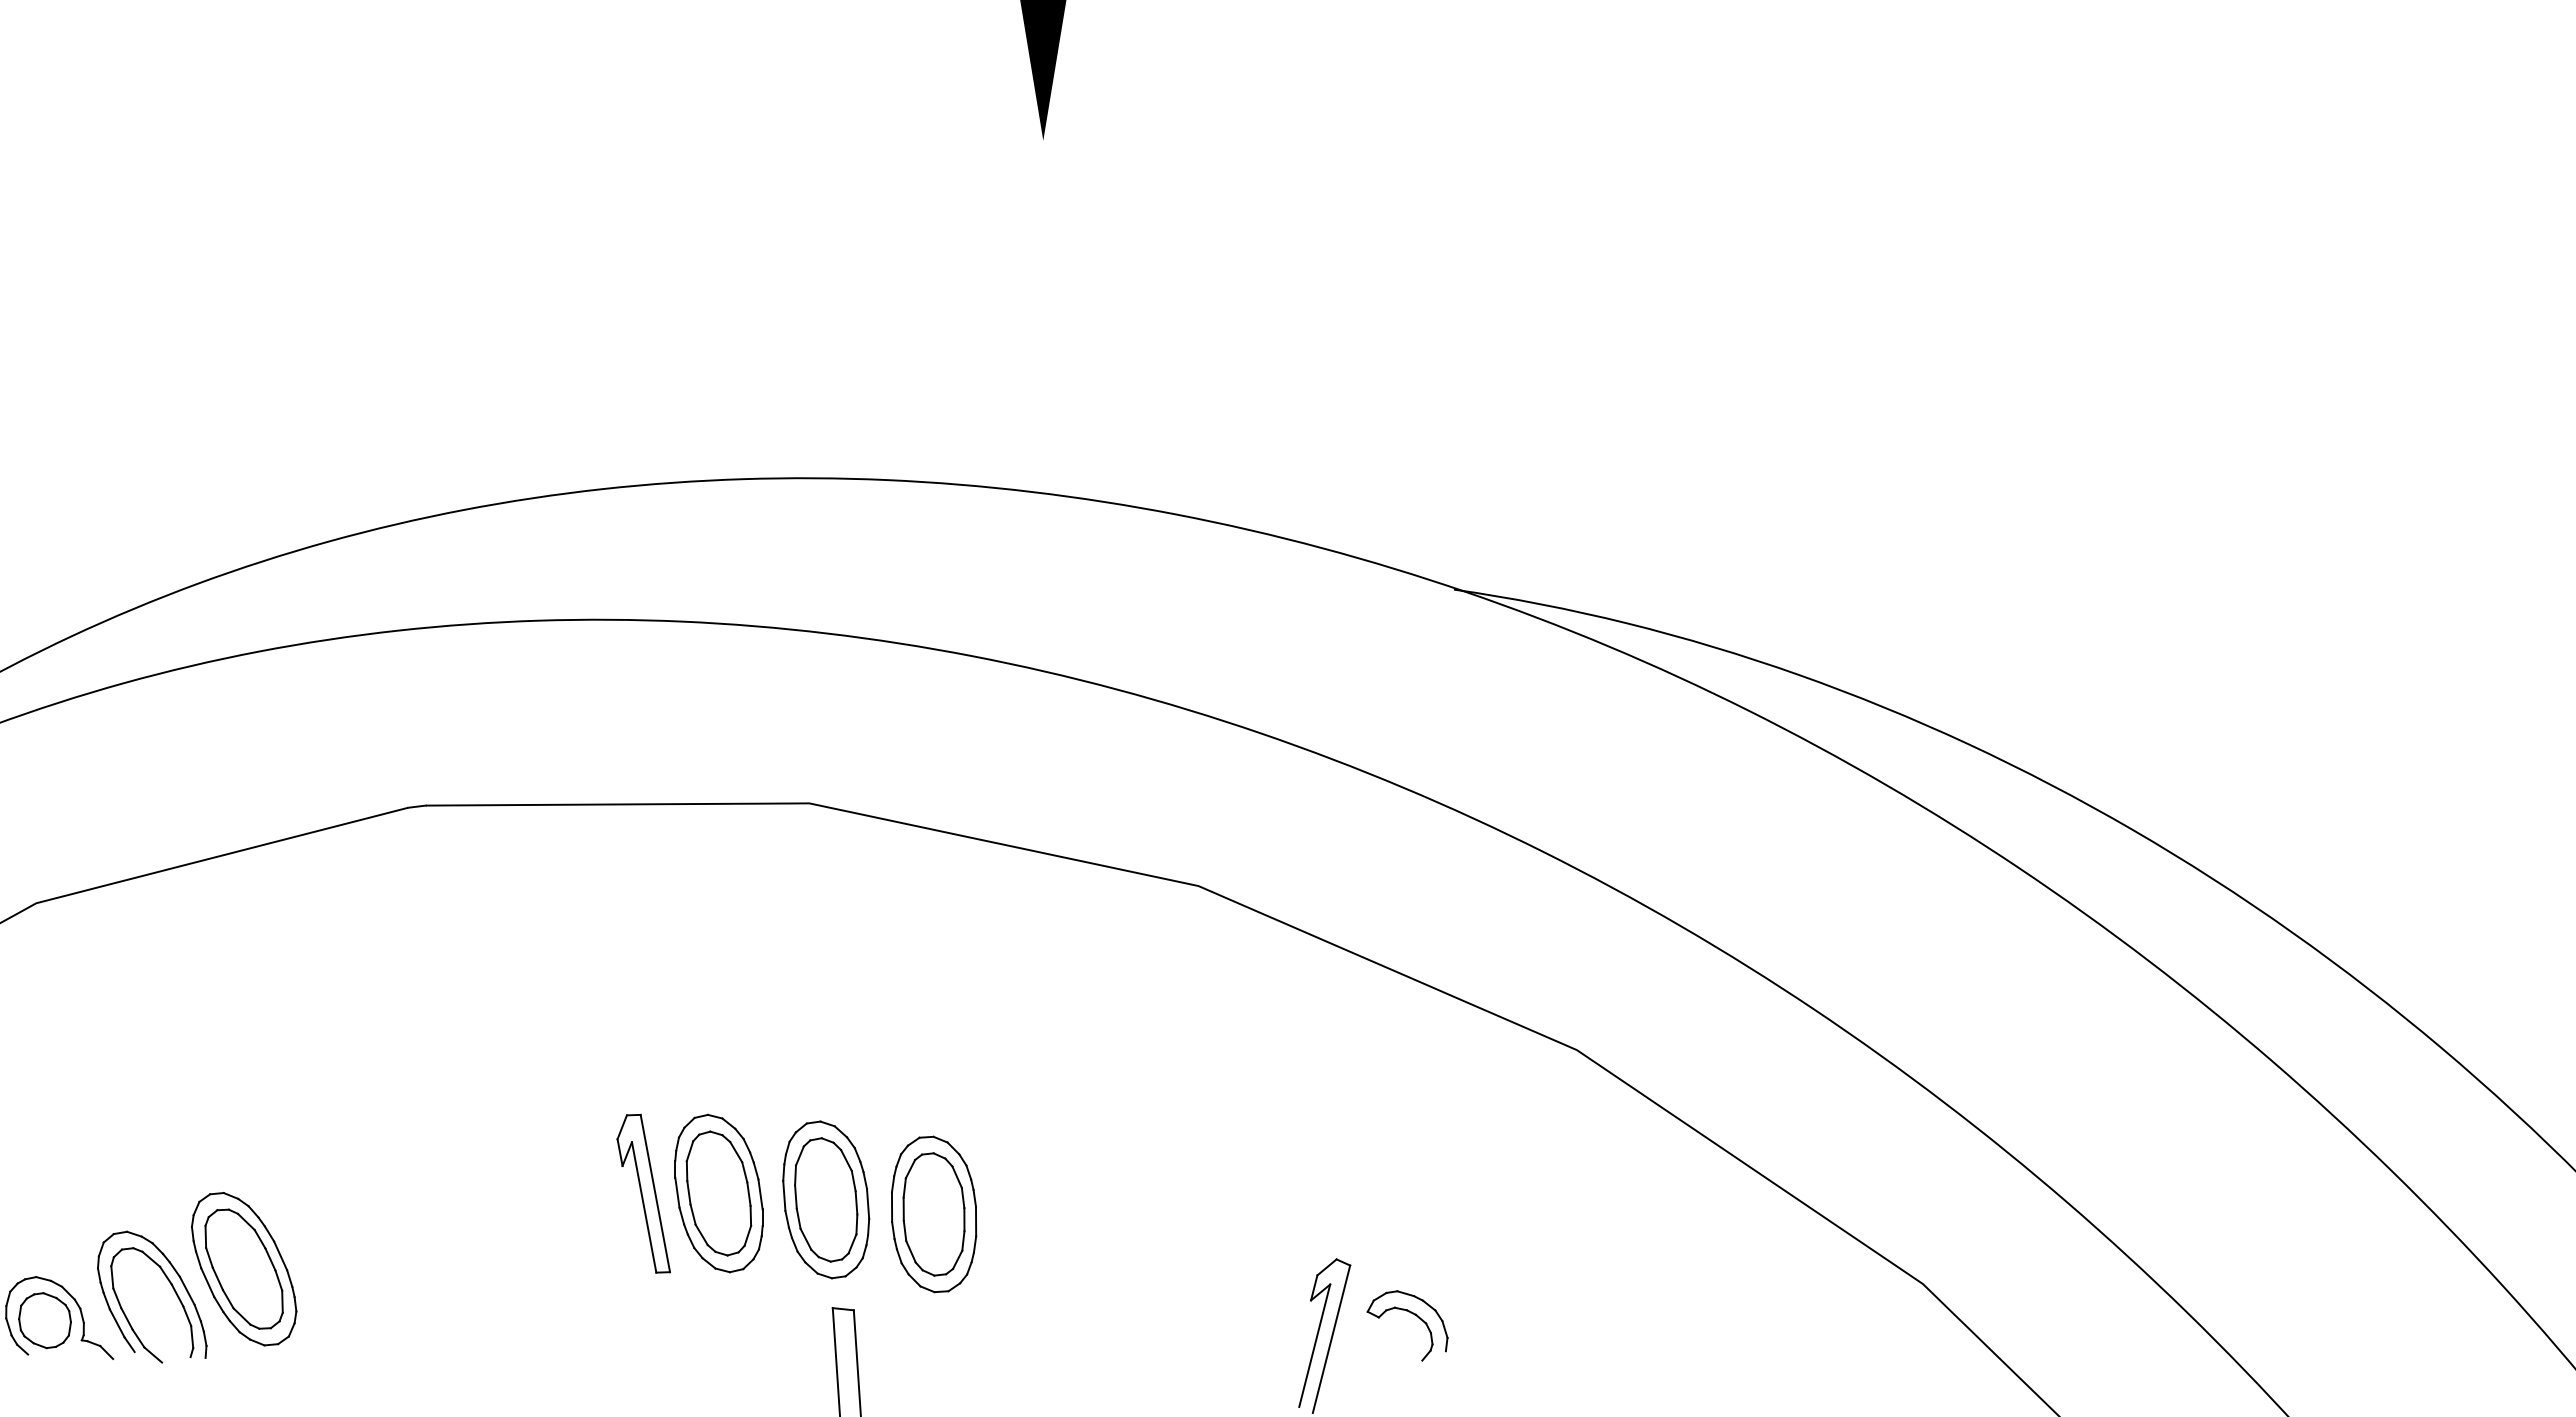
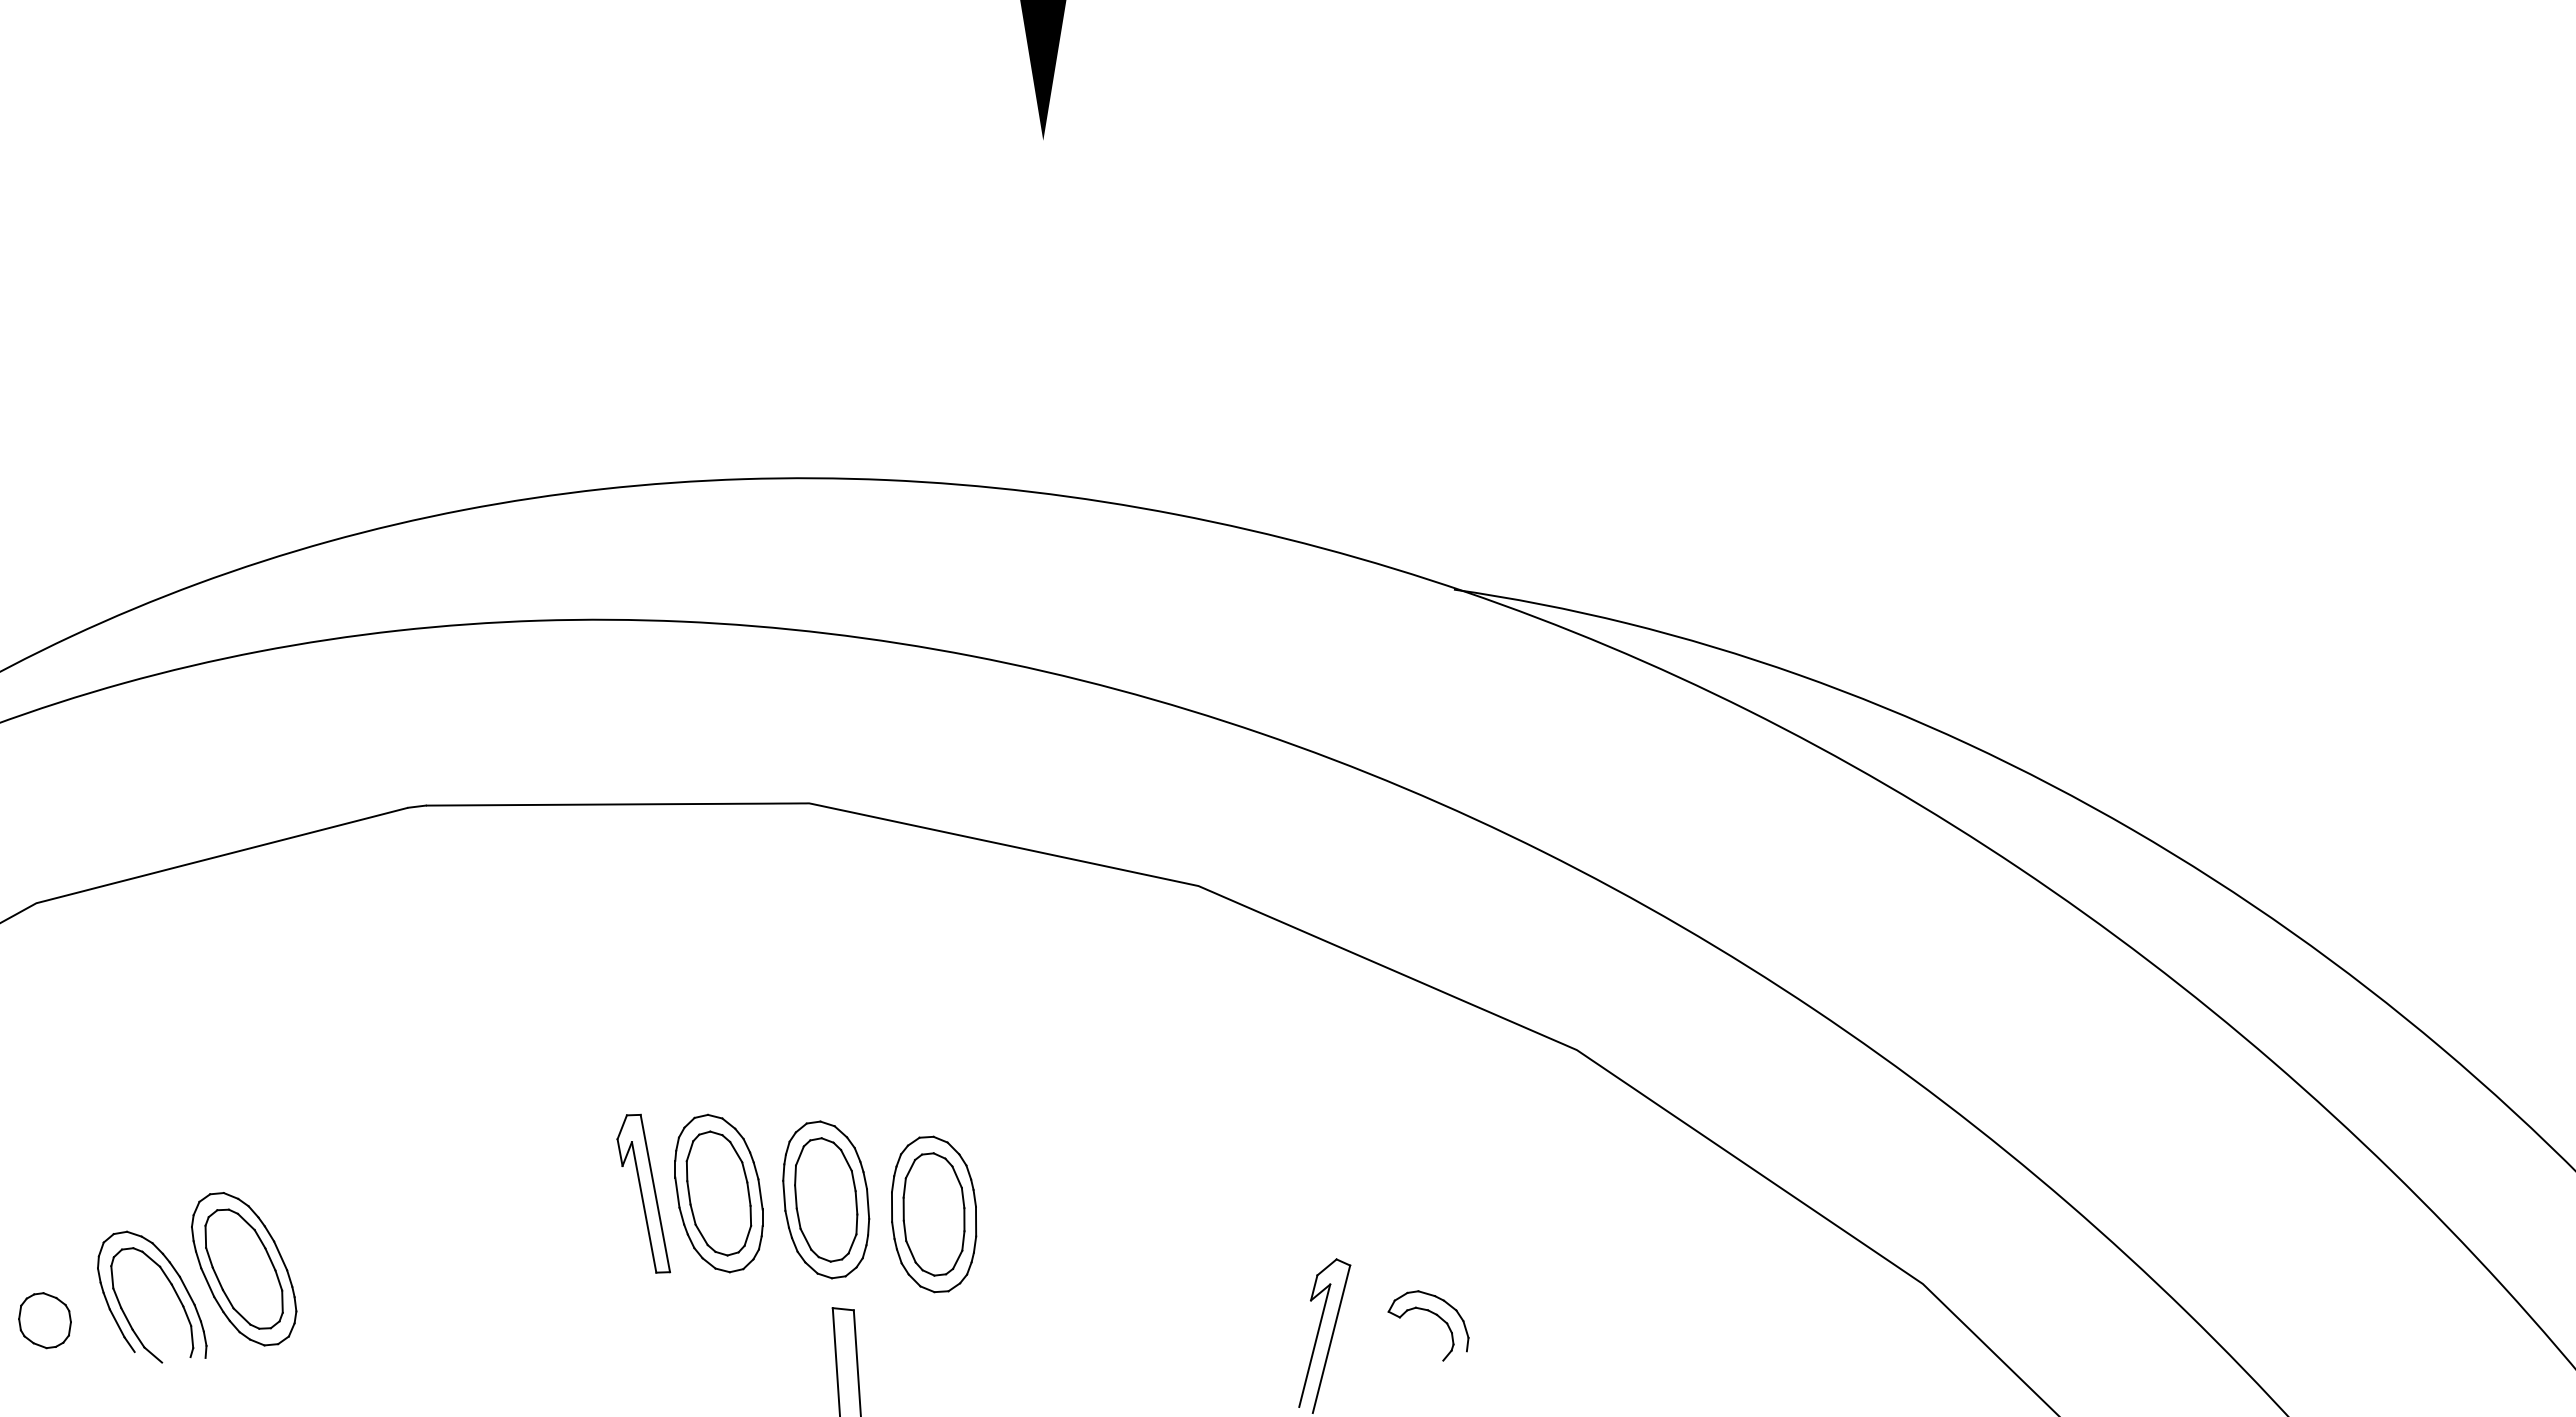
part at (77, 1306): present -> none
part at (1412, 1314) position: (1412, 1314) -> (1433, 1314)
